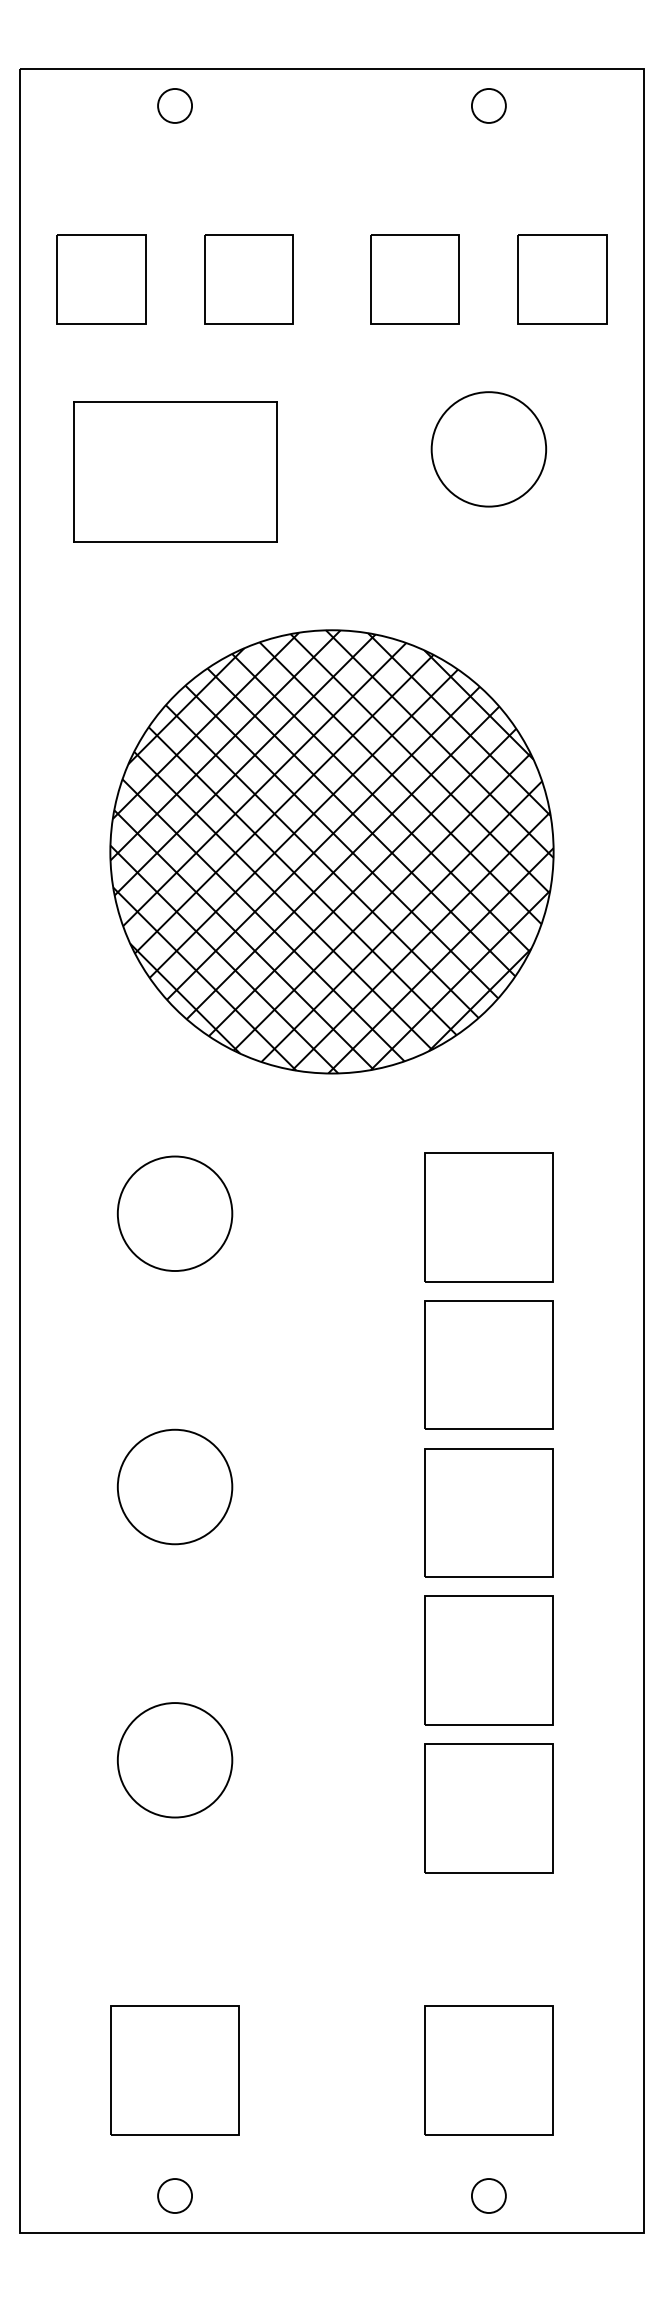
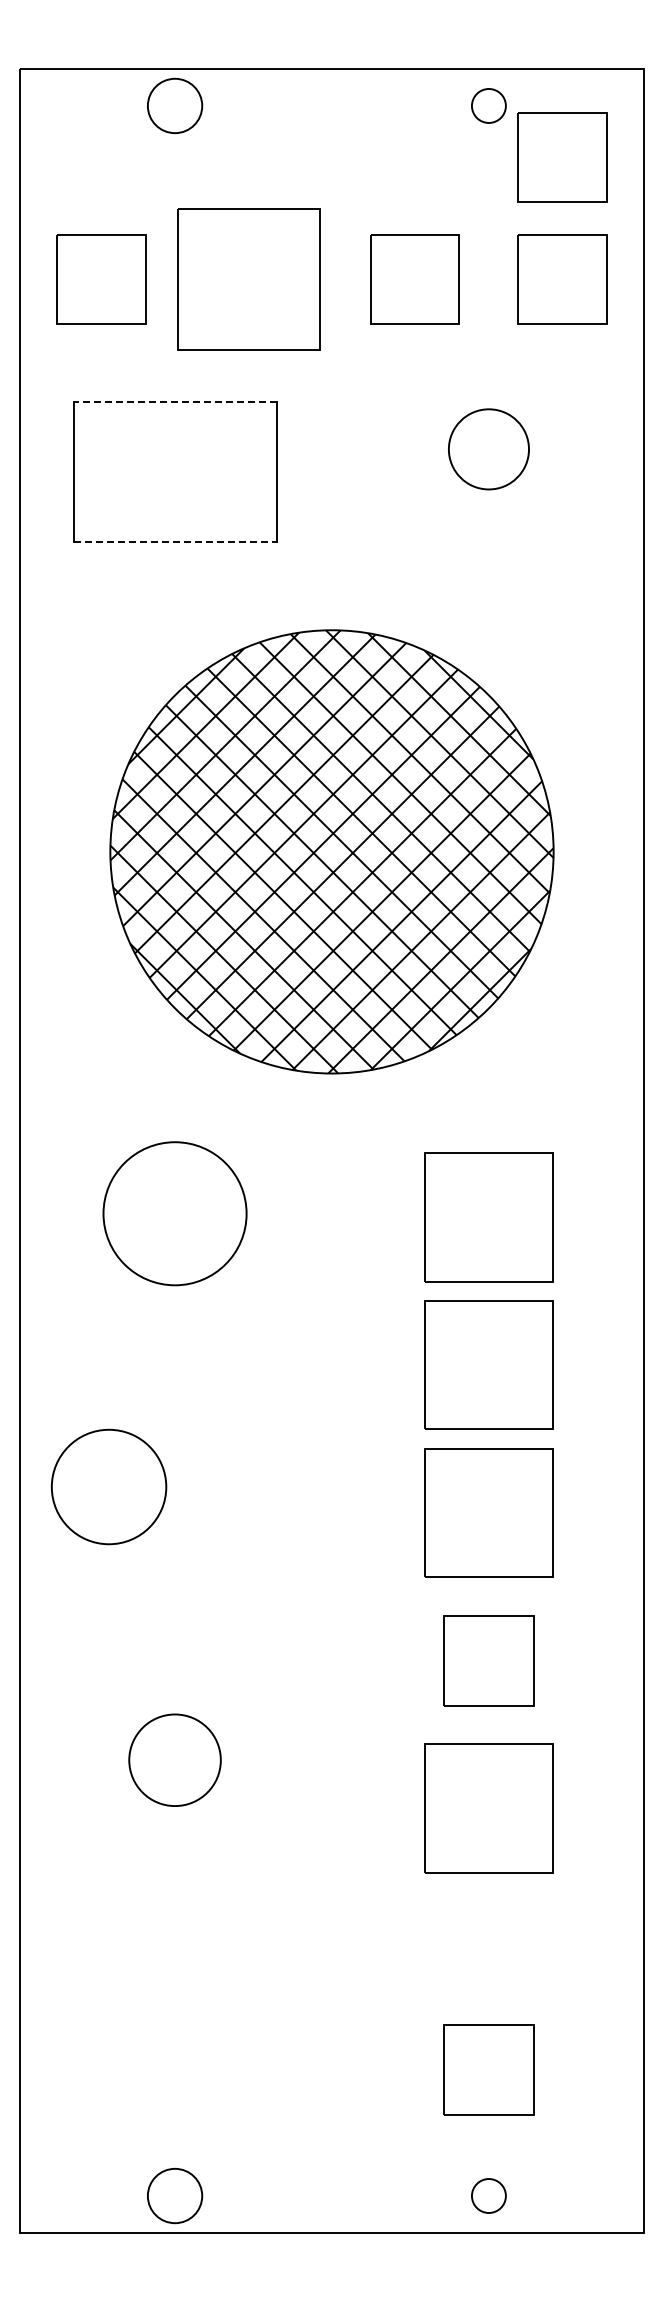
circle at (175, 105) diameter: 34 px -> 54 px
part at (562, 157): none -> present
part at (248, 279) size: 90x91 px -> 144x143 px
line at (175, 402): solid -> dashed
circle at (488, 449) diameter: 114 px -> 80 px
line at (175, 542): solid -> dashed
circle at (174, 1213) diameter: 114 px -> 143 px
circle at (174, 1486) position: (174, 1486) -> (108, 1486)
part at (488, 1660) size: 130x131 px -> 92x92 px
circle at (174, 1760) diameter: 114 px -> 92 px
part at (174, 2070): present -> none
part at (488, 2070) size: 130x131 px -> 92x92 px
circle at (175, 2195) diameter: 34 px -> 54 px
